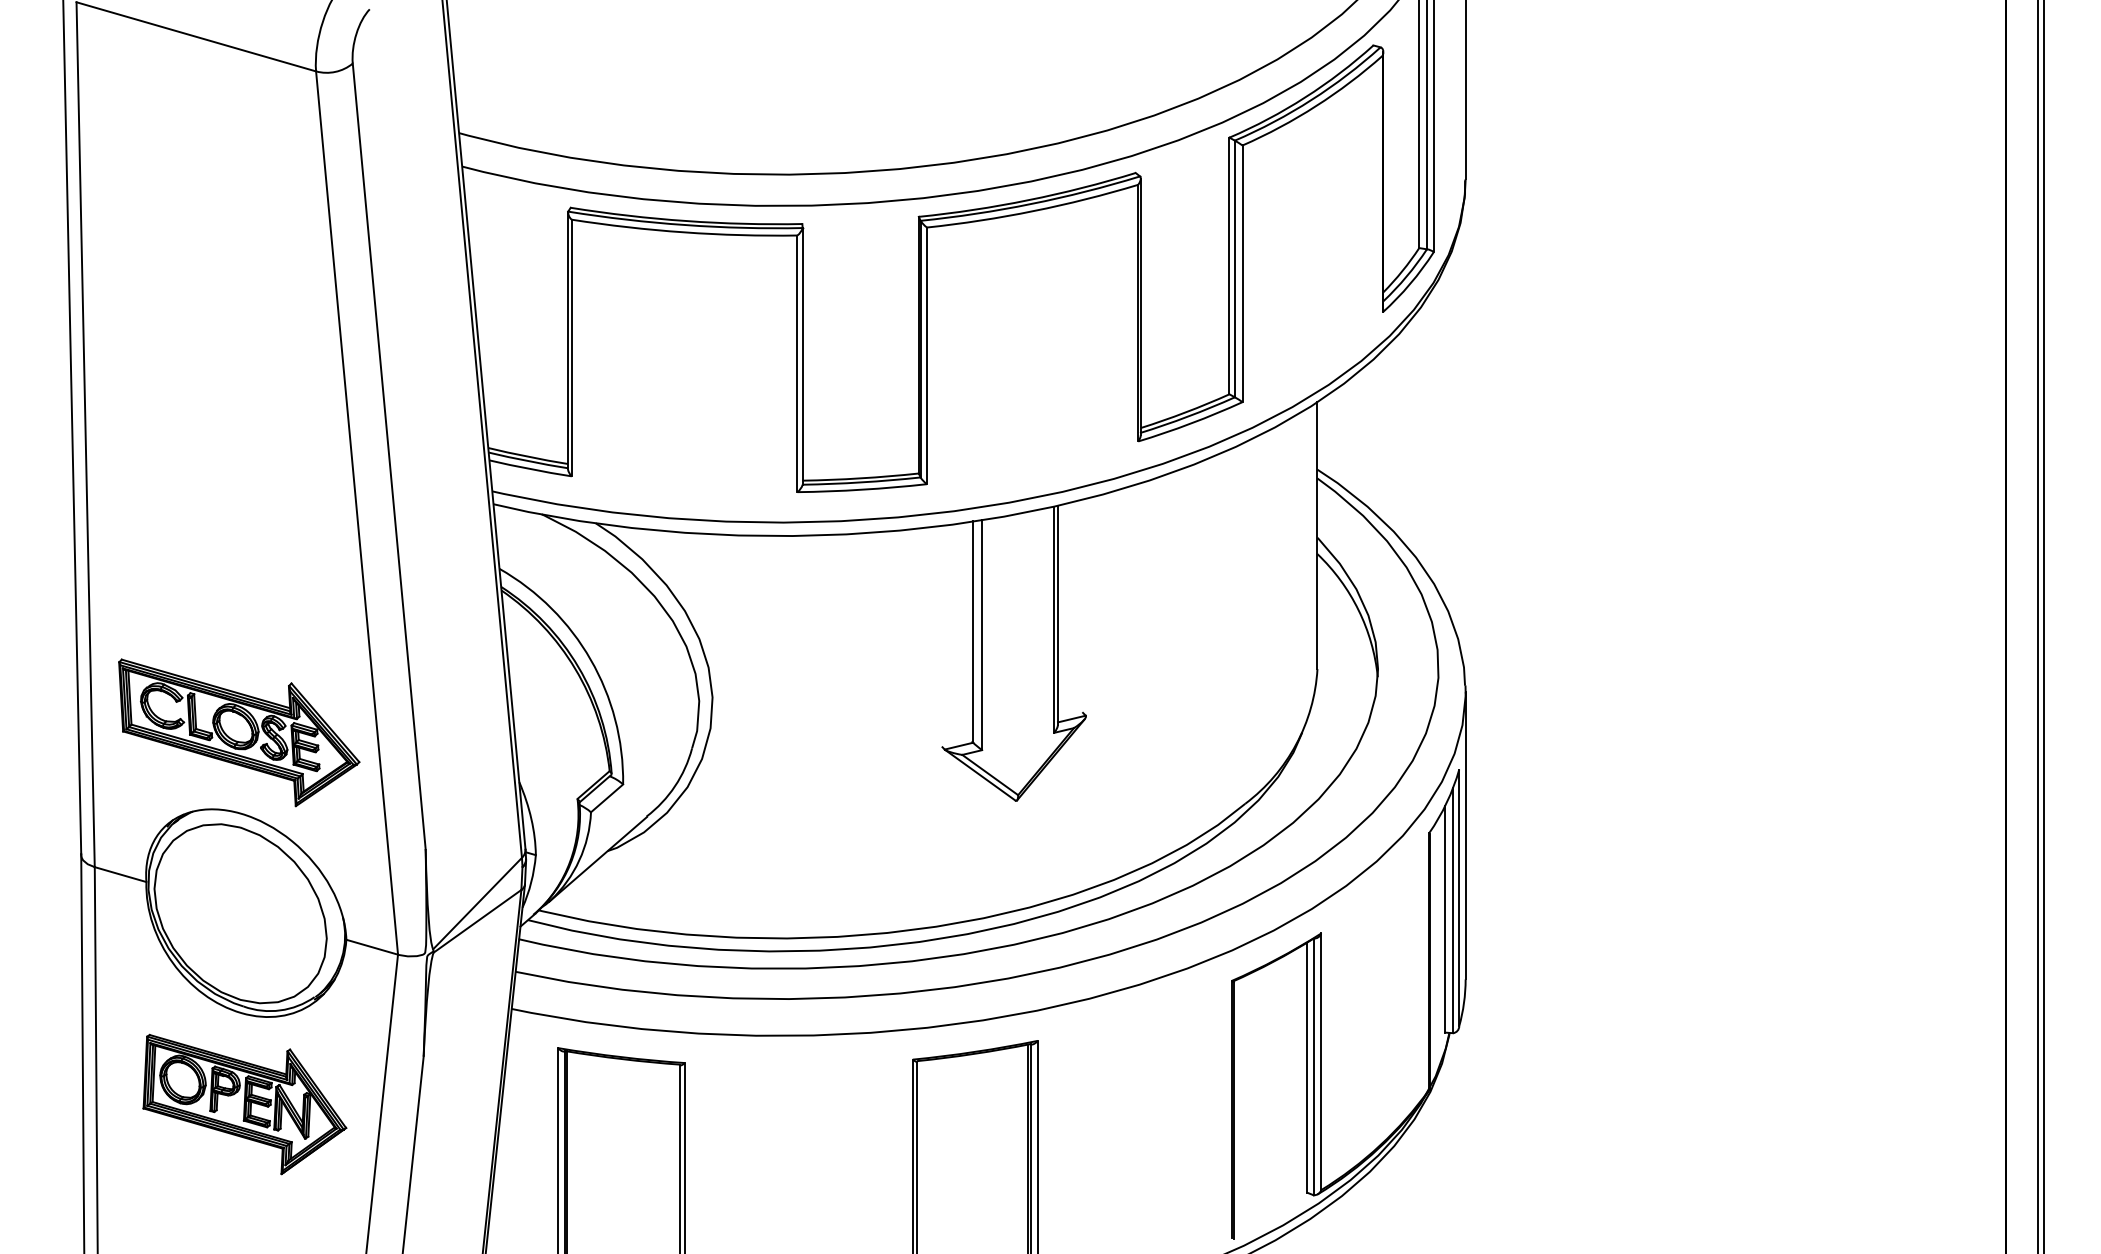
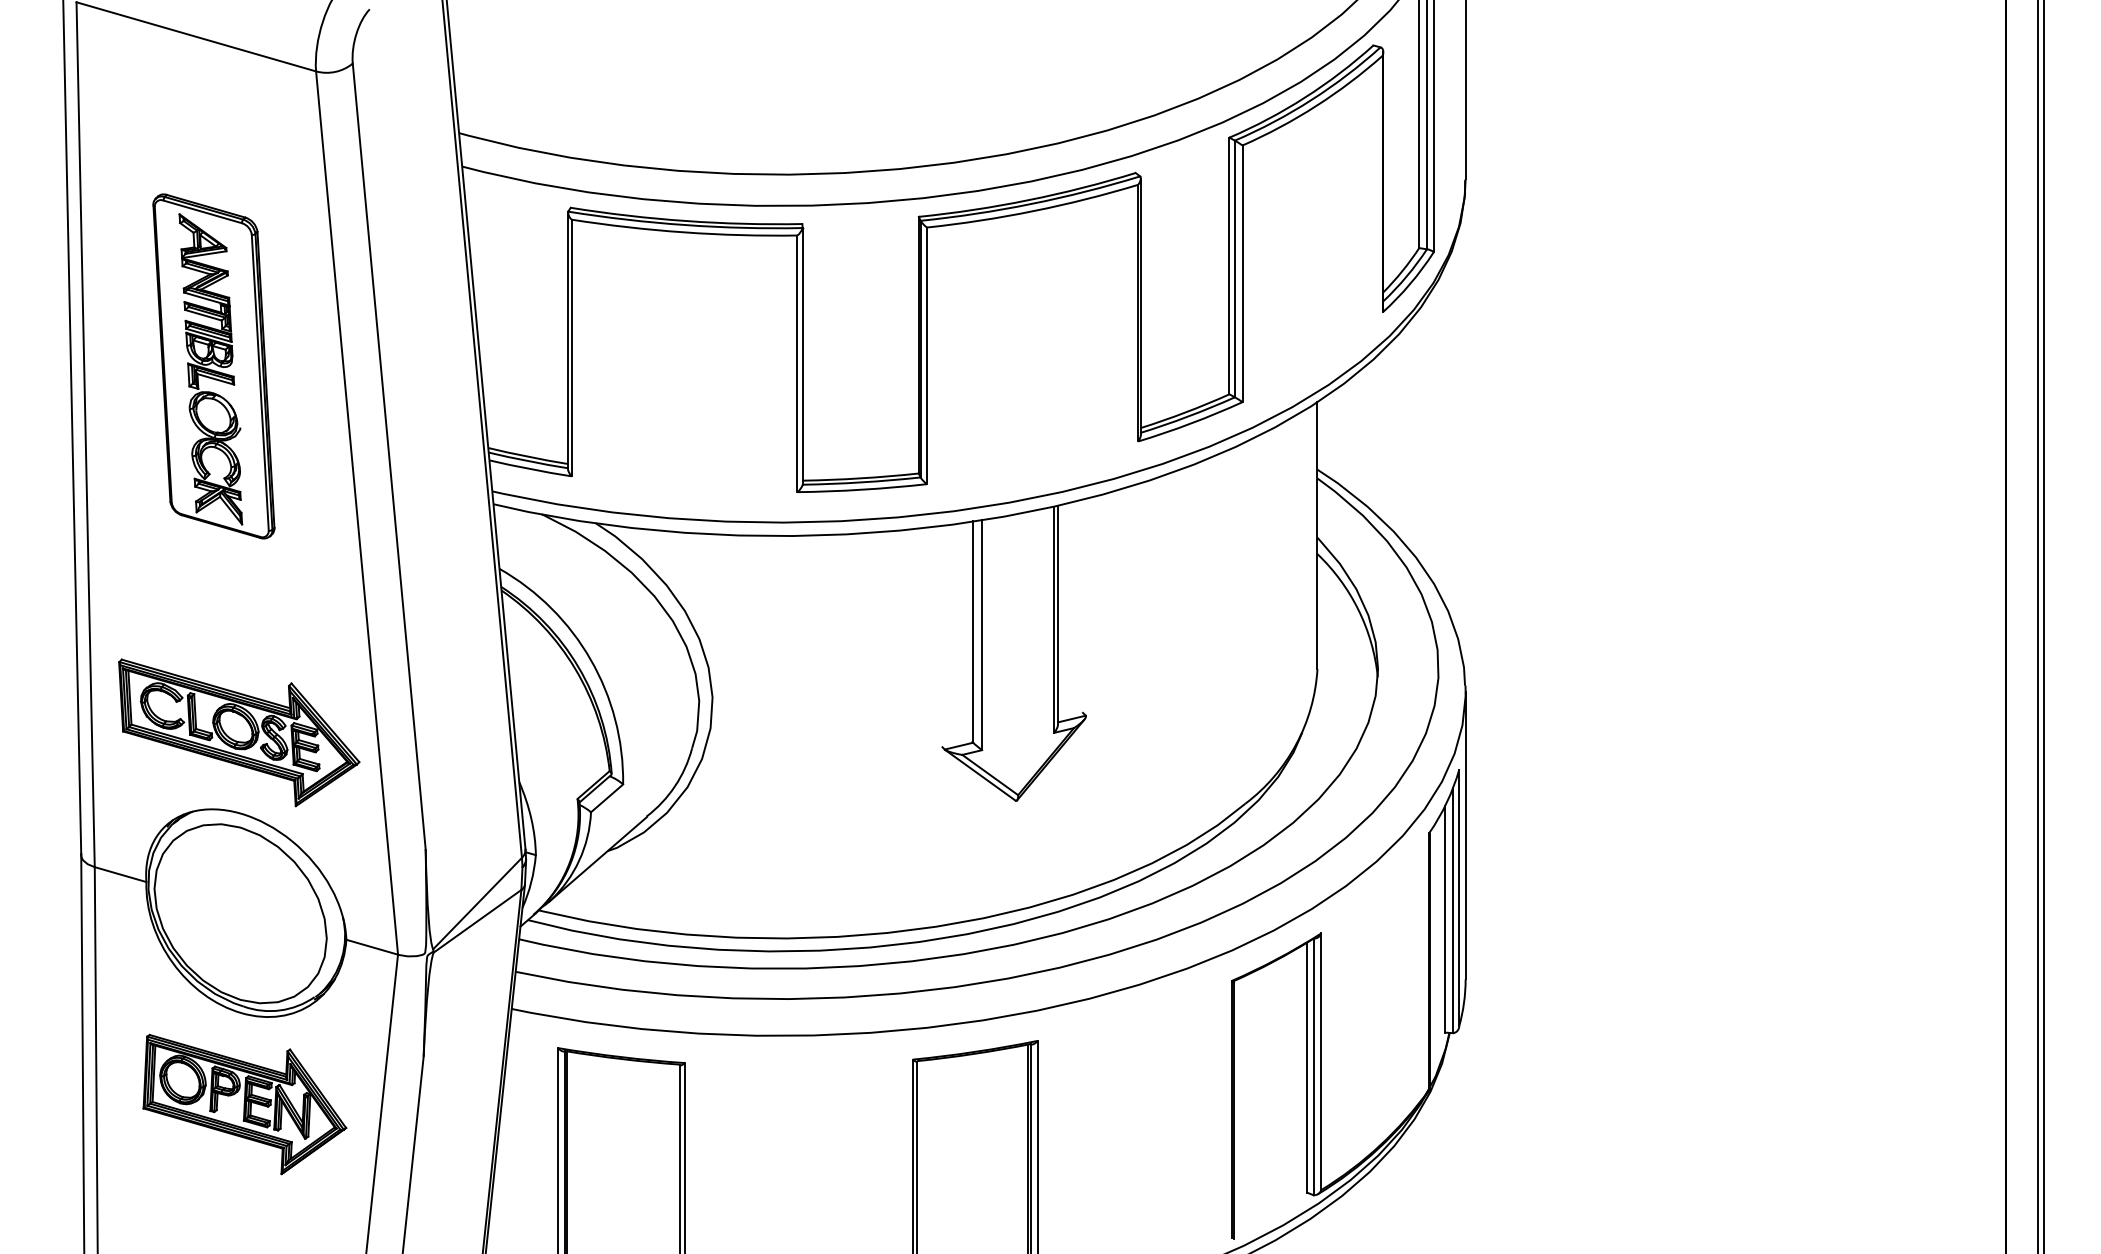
part at (213, 366): none -> present
